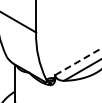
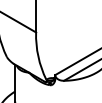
line at (78, 61): dashed -> solid
